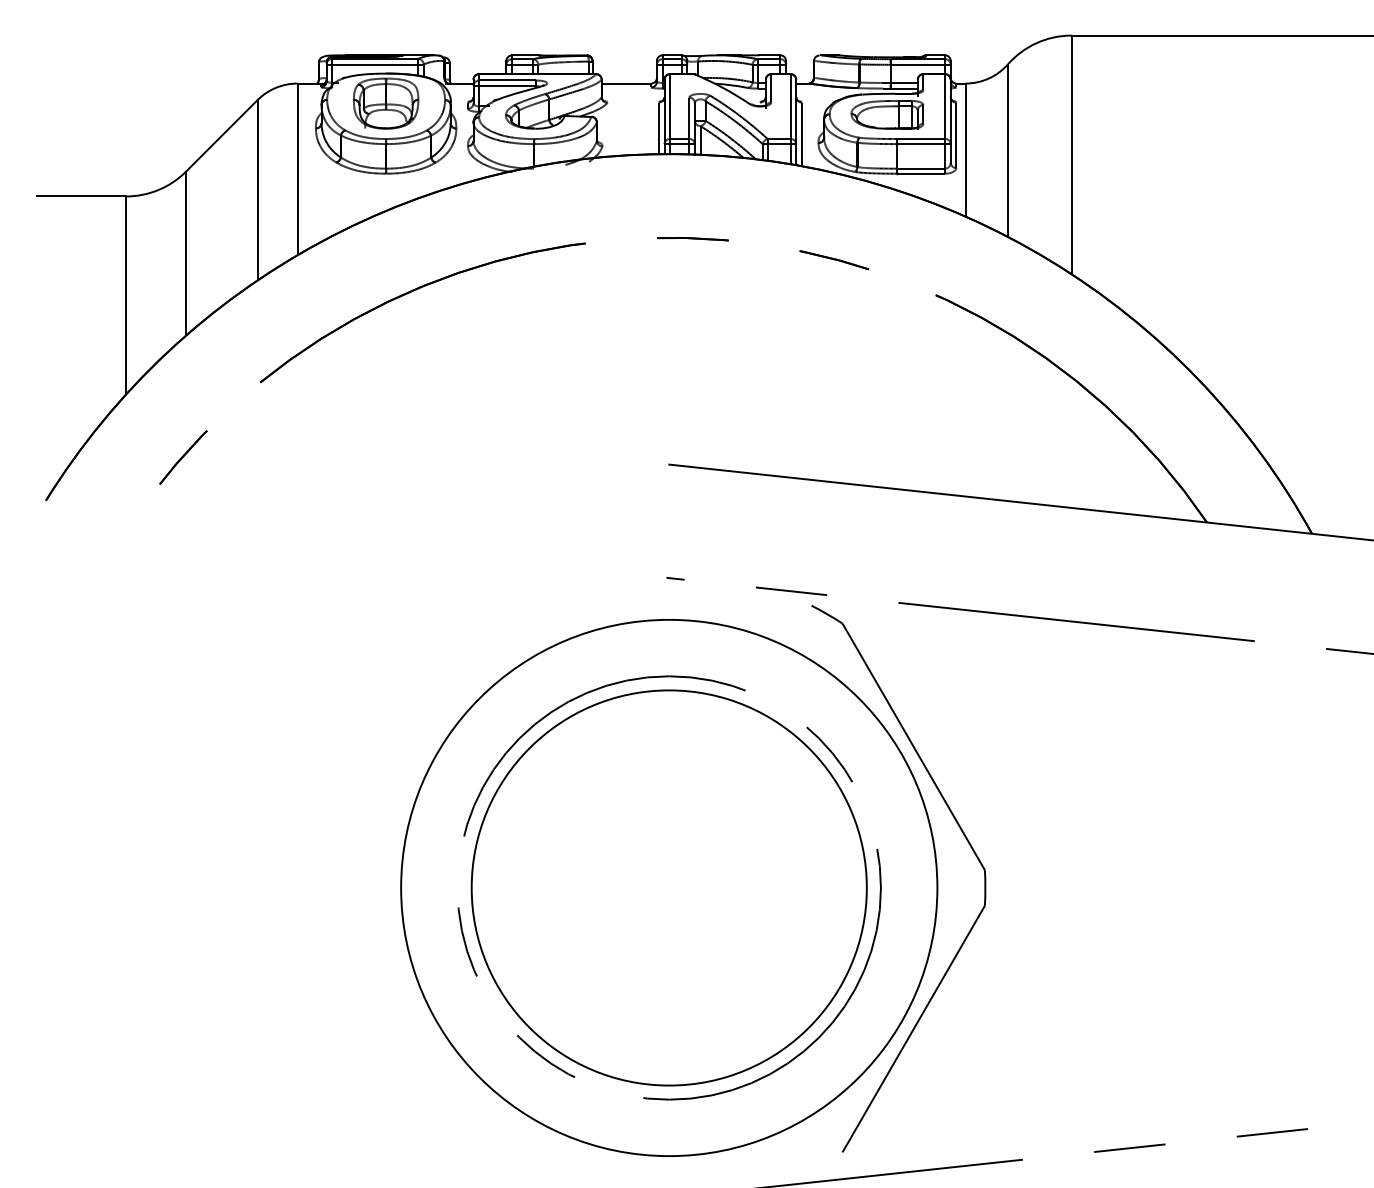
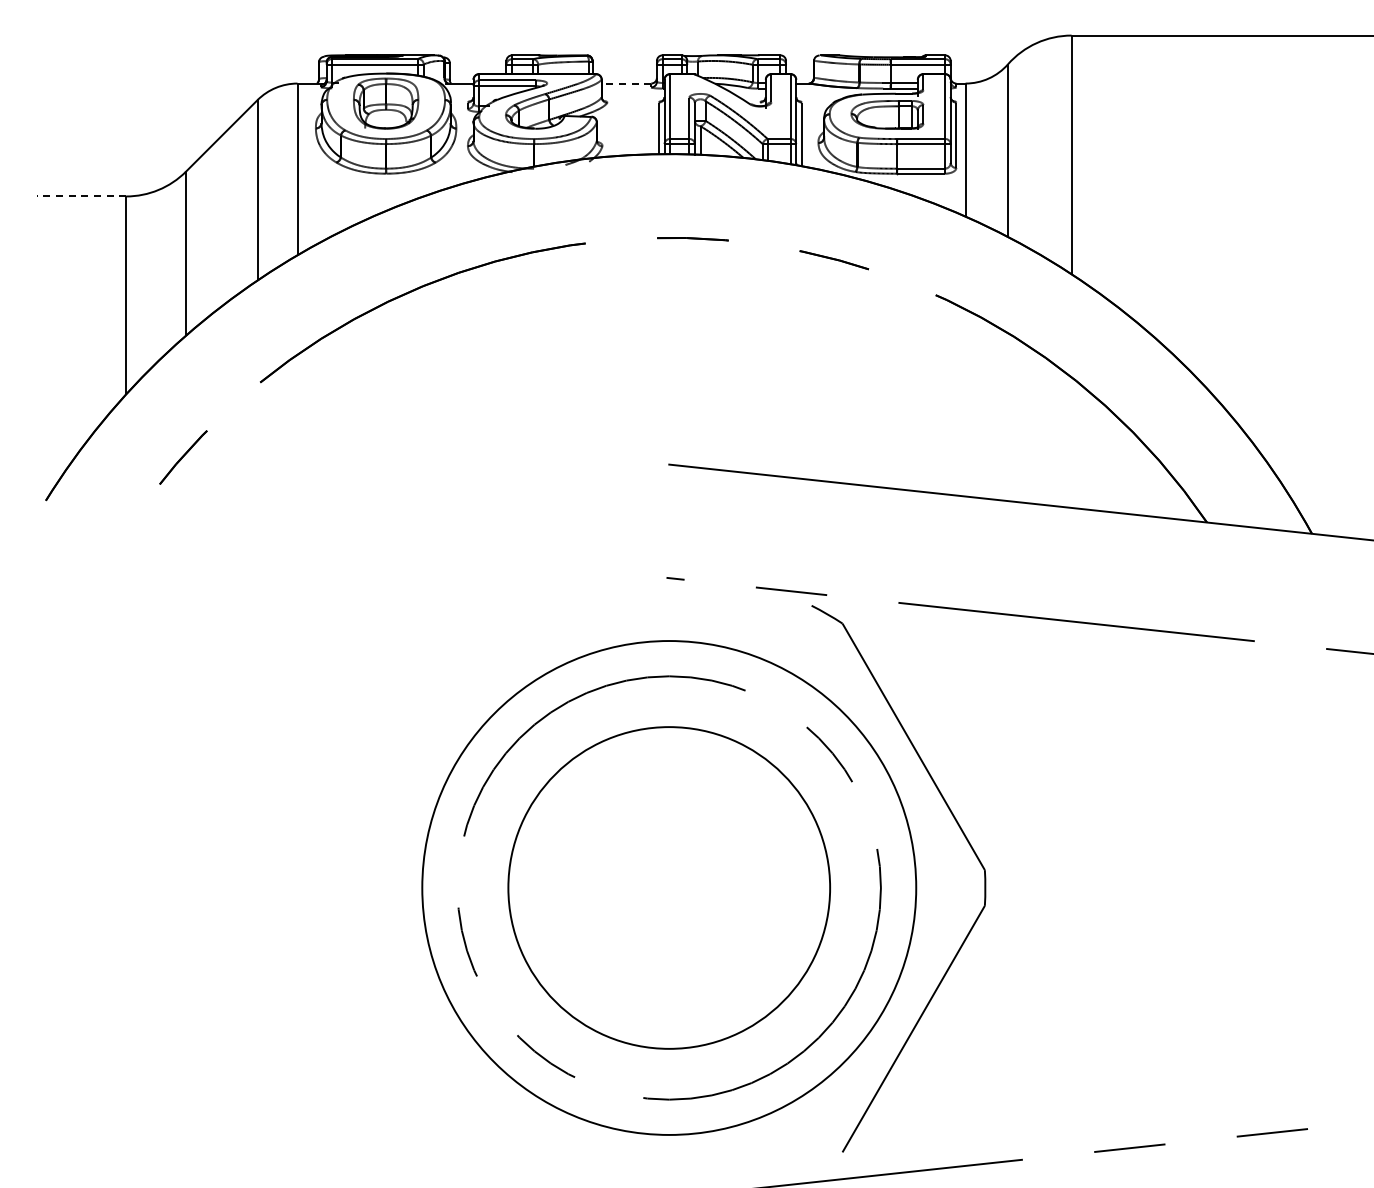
line at (626, 83): solid -> dashed
line at (81, 196): solid -> dashed
circle at (668, 887) diameter: 395 px -> 494 px
circle at (669, 887) diameter: 536 px -> 322 px
